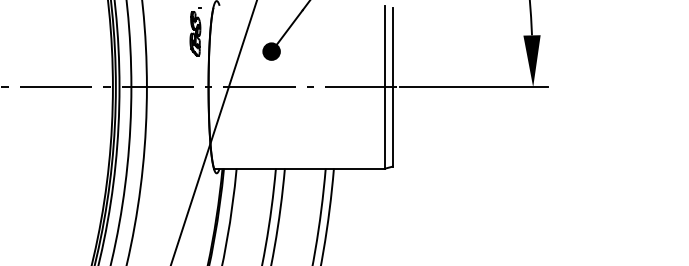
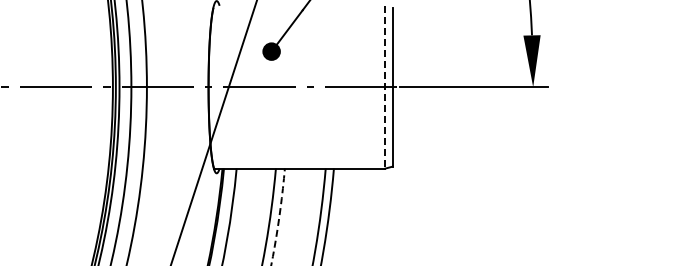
part at (195, 31): present -> none
line at (385, 87): solid -> dashed
arc at (279, 216): solid -> dashed
